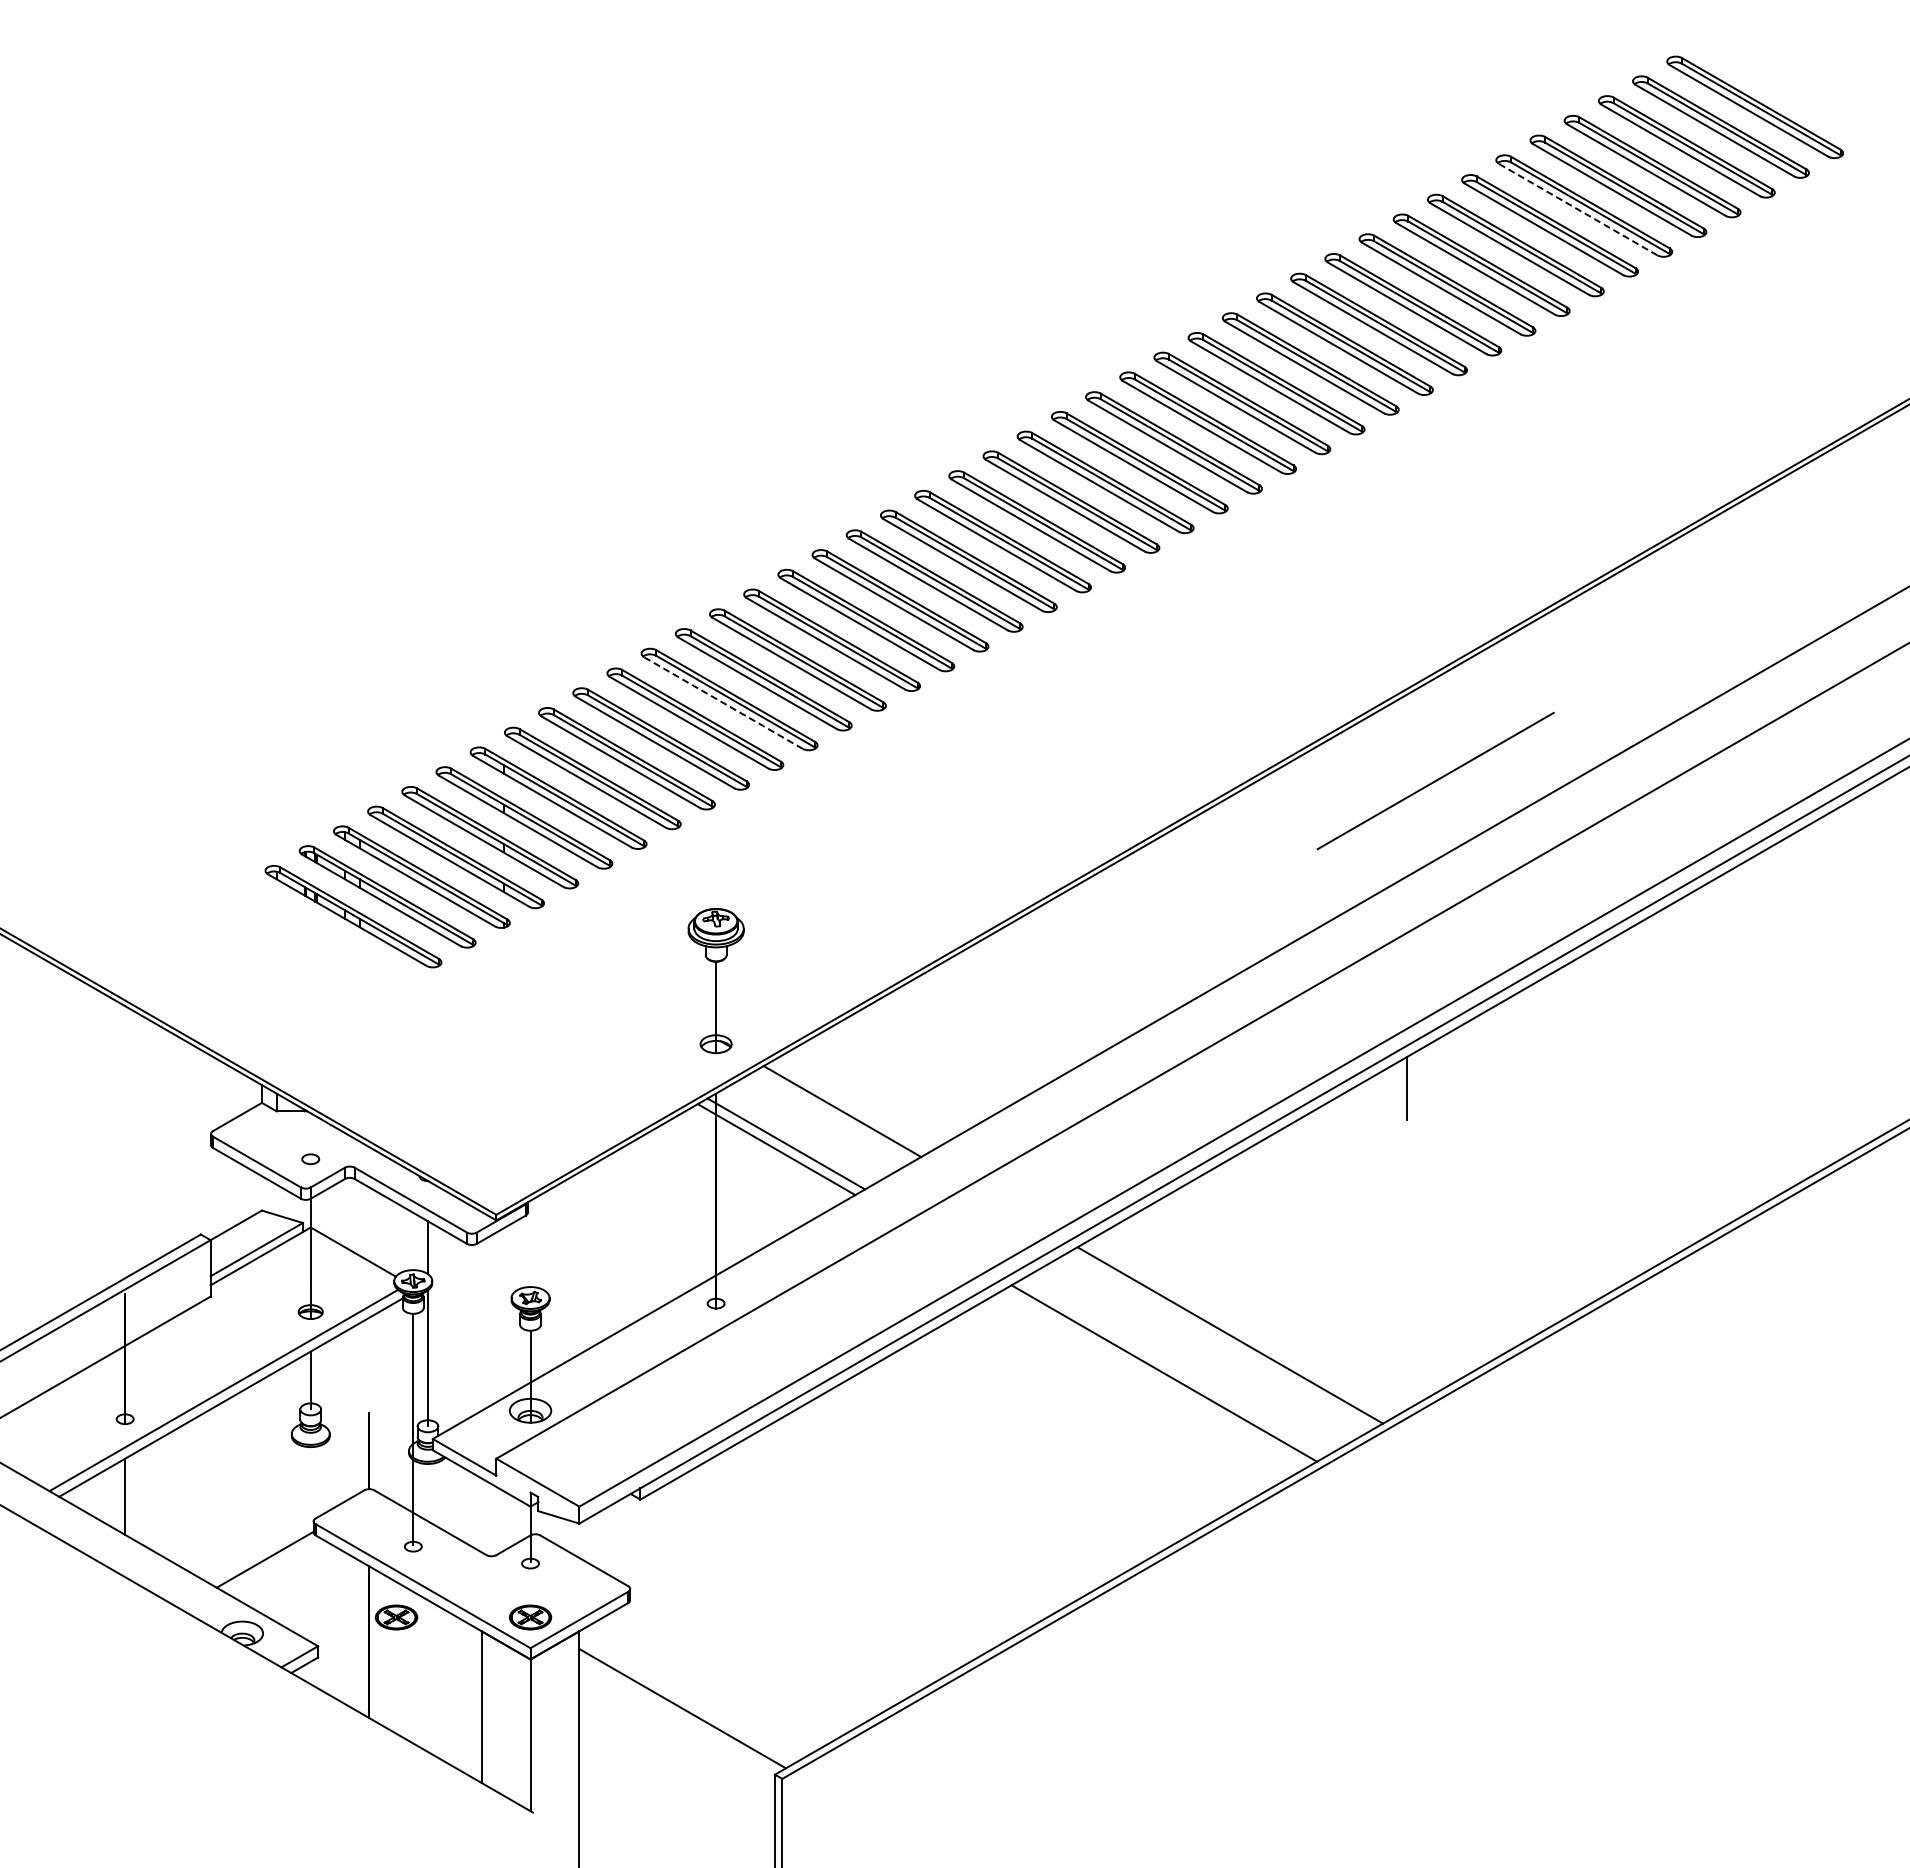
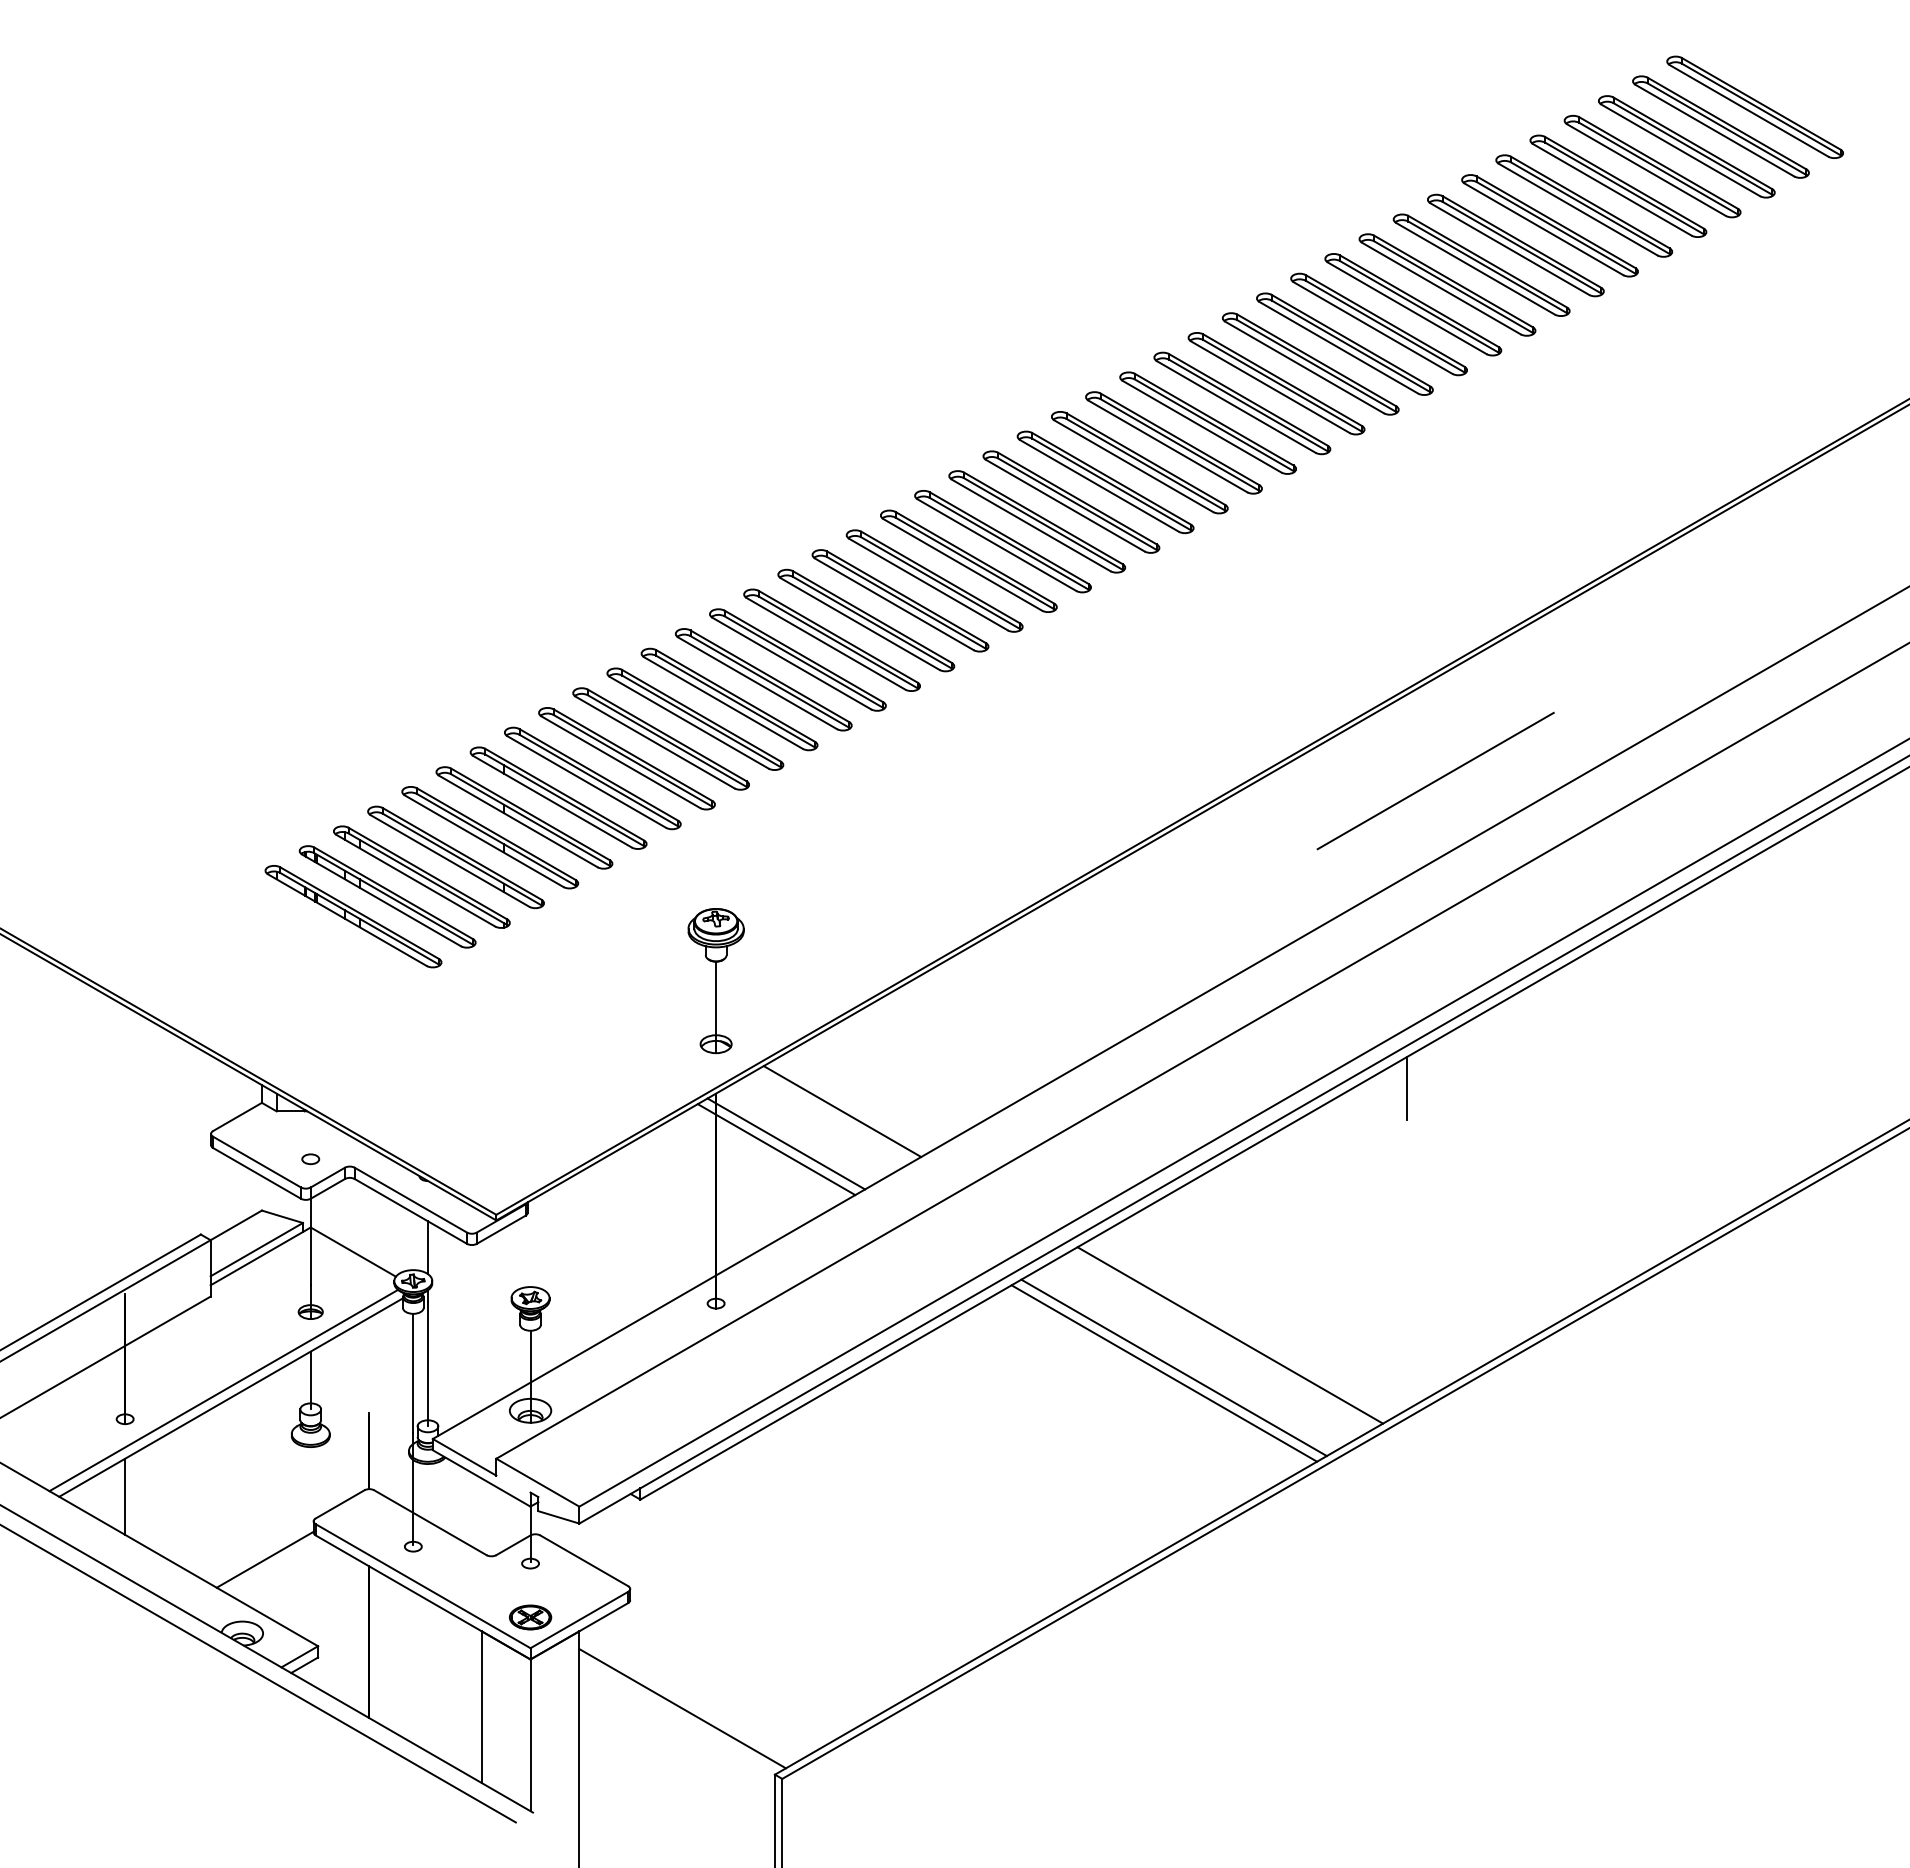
line at (1578, 209): dashed -> solid
line at (723, 703): dashed -> solid
line at (1173, 1367): none -> present
part at (396, 1617): present -> none
line at (258, 1673): none -> present
